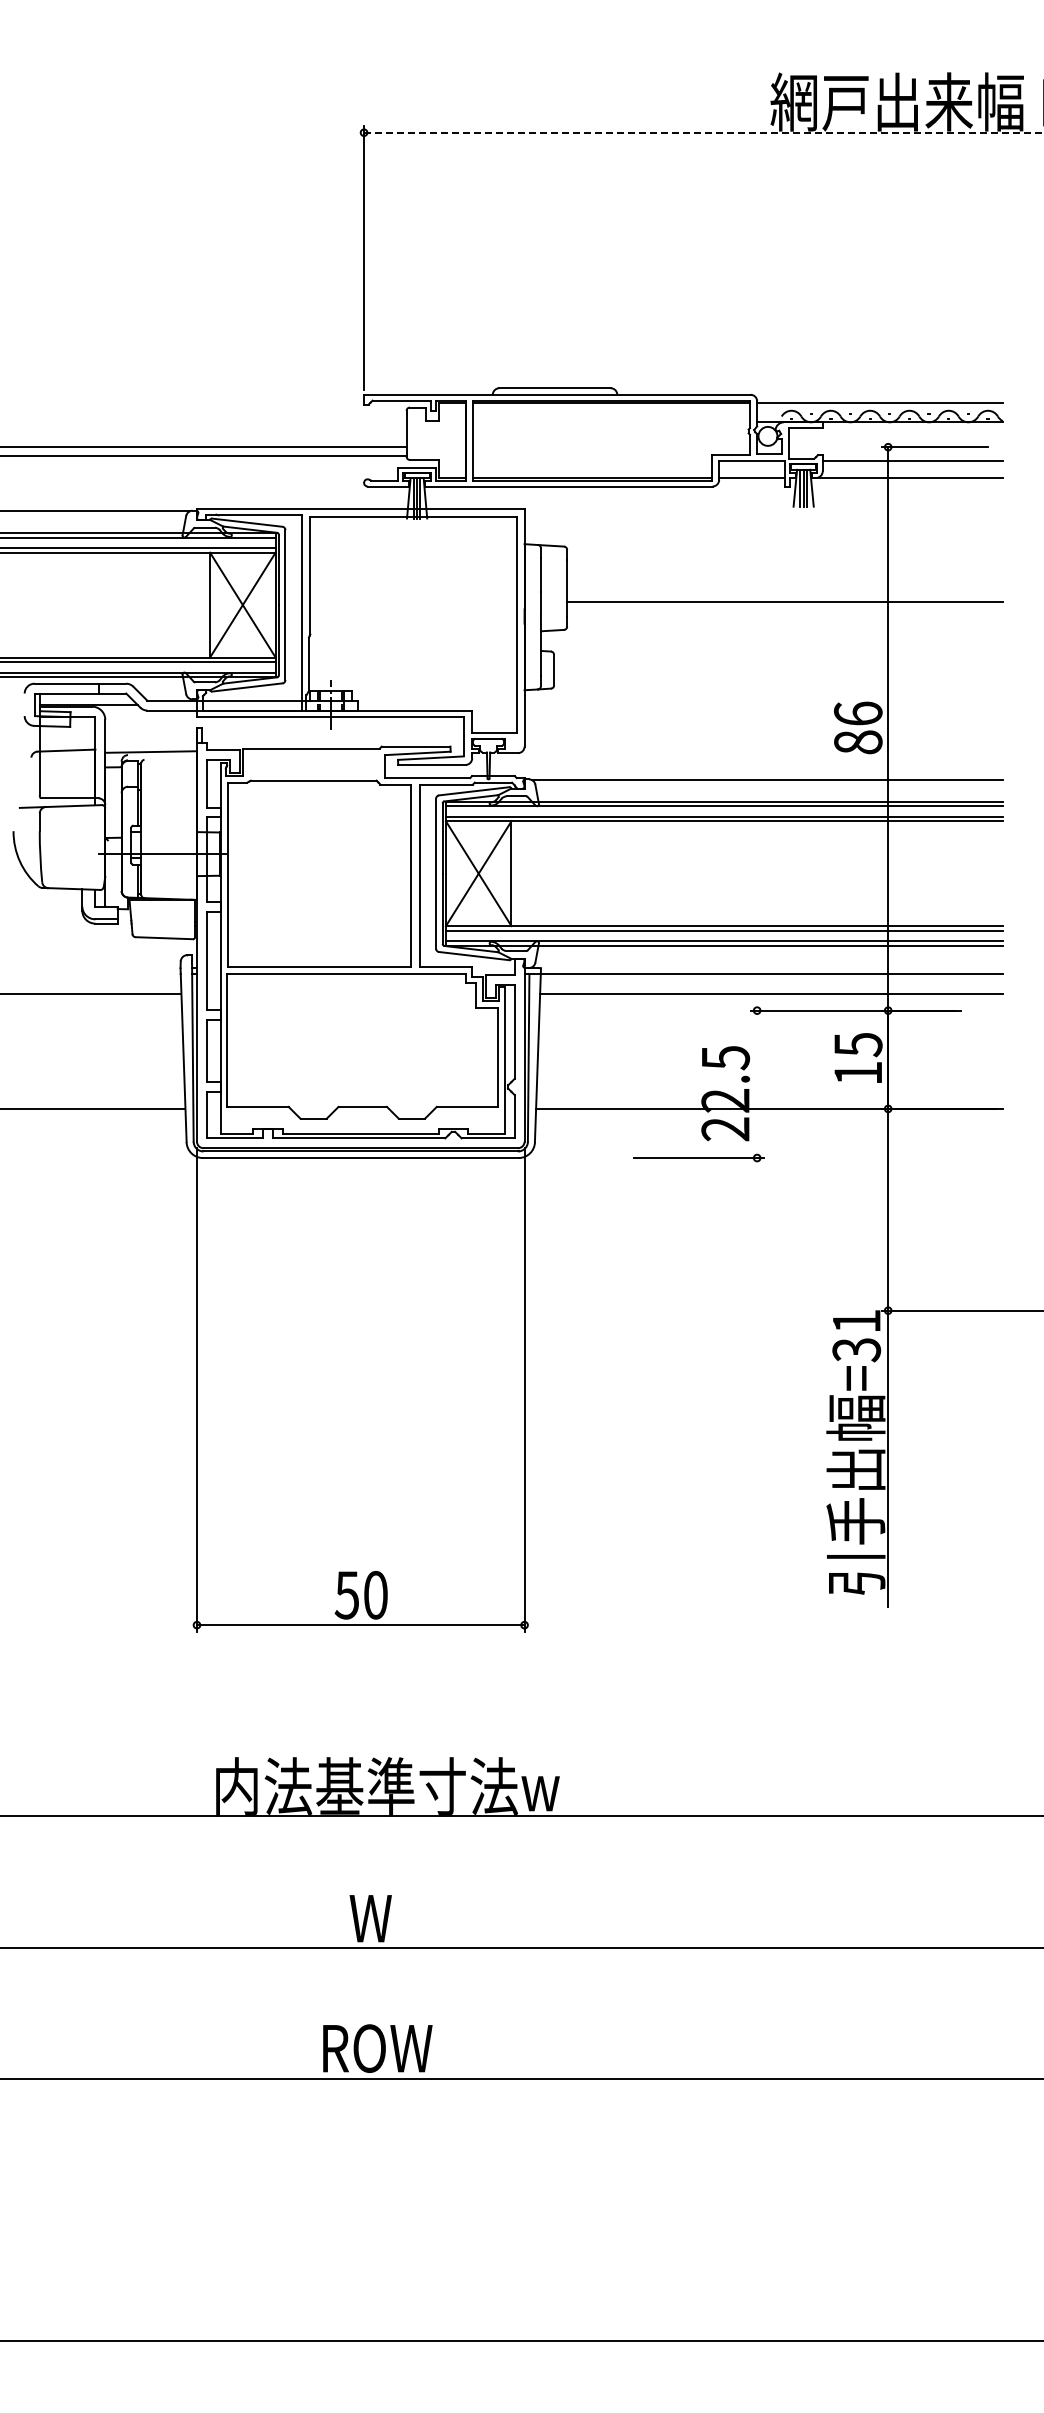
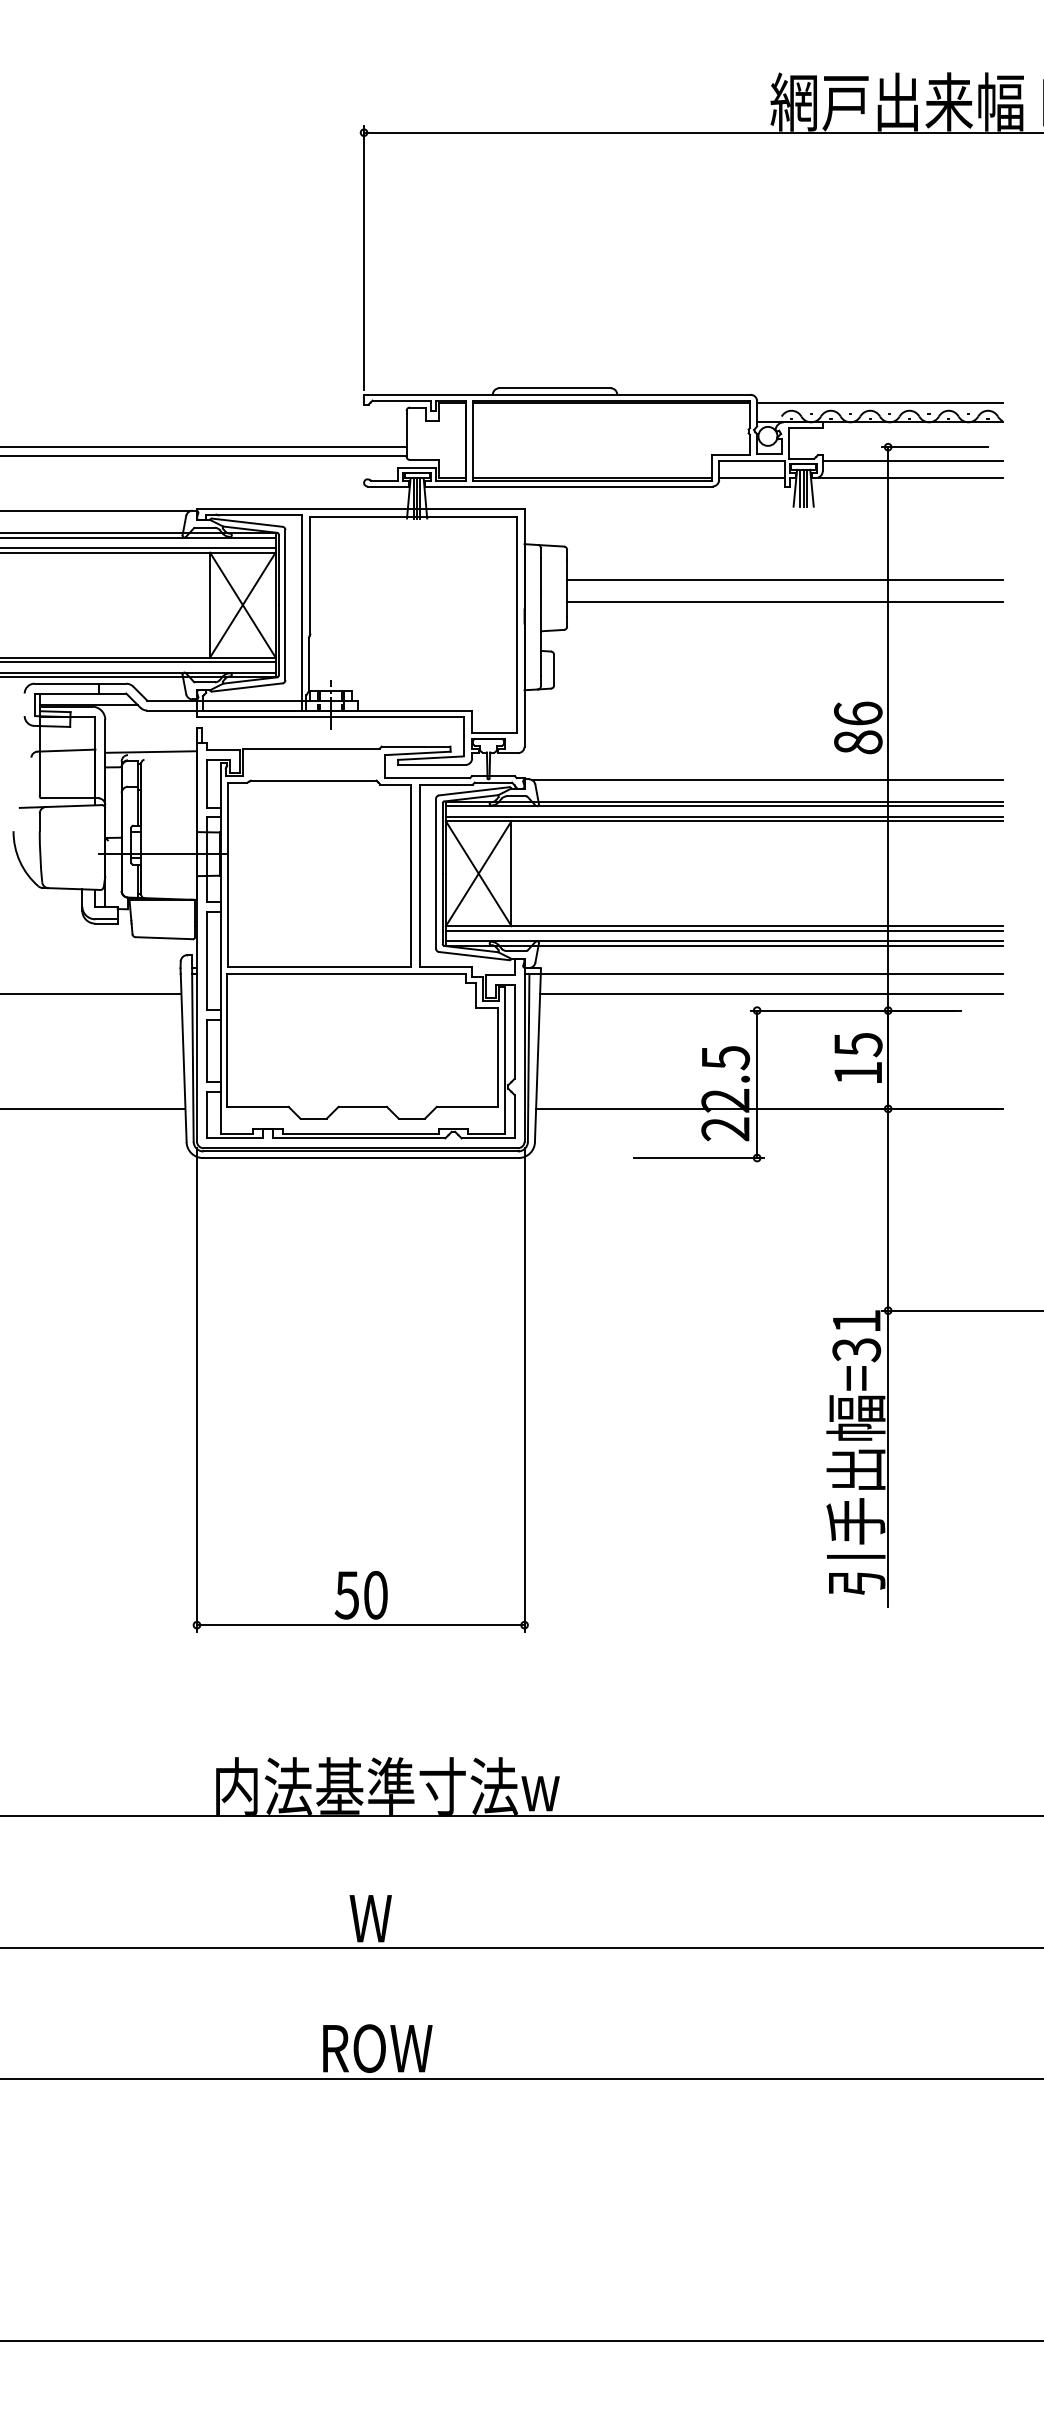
line at (703, 132): dashed -> solid
line at (784, 580): none -> present
line at (757, 1084): none -> present
